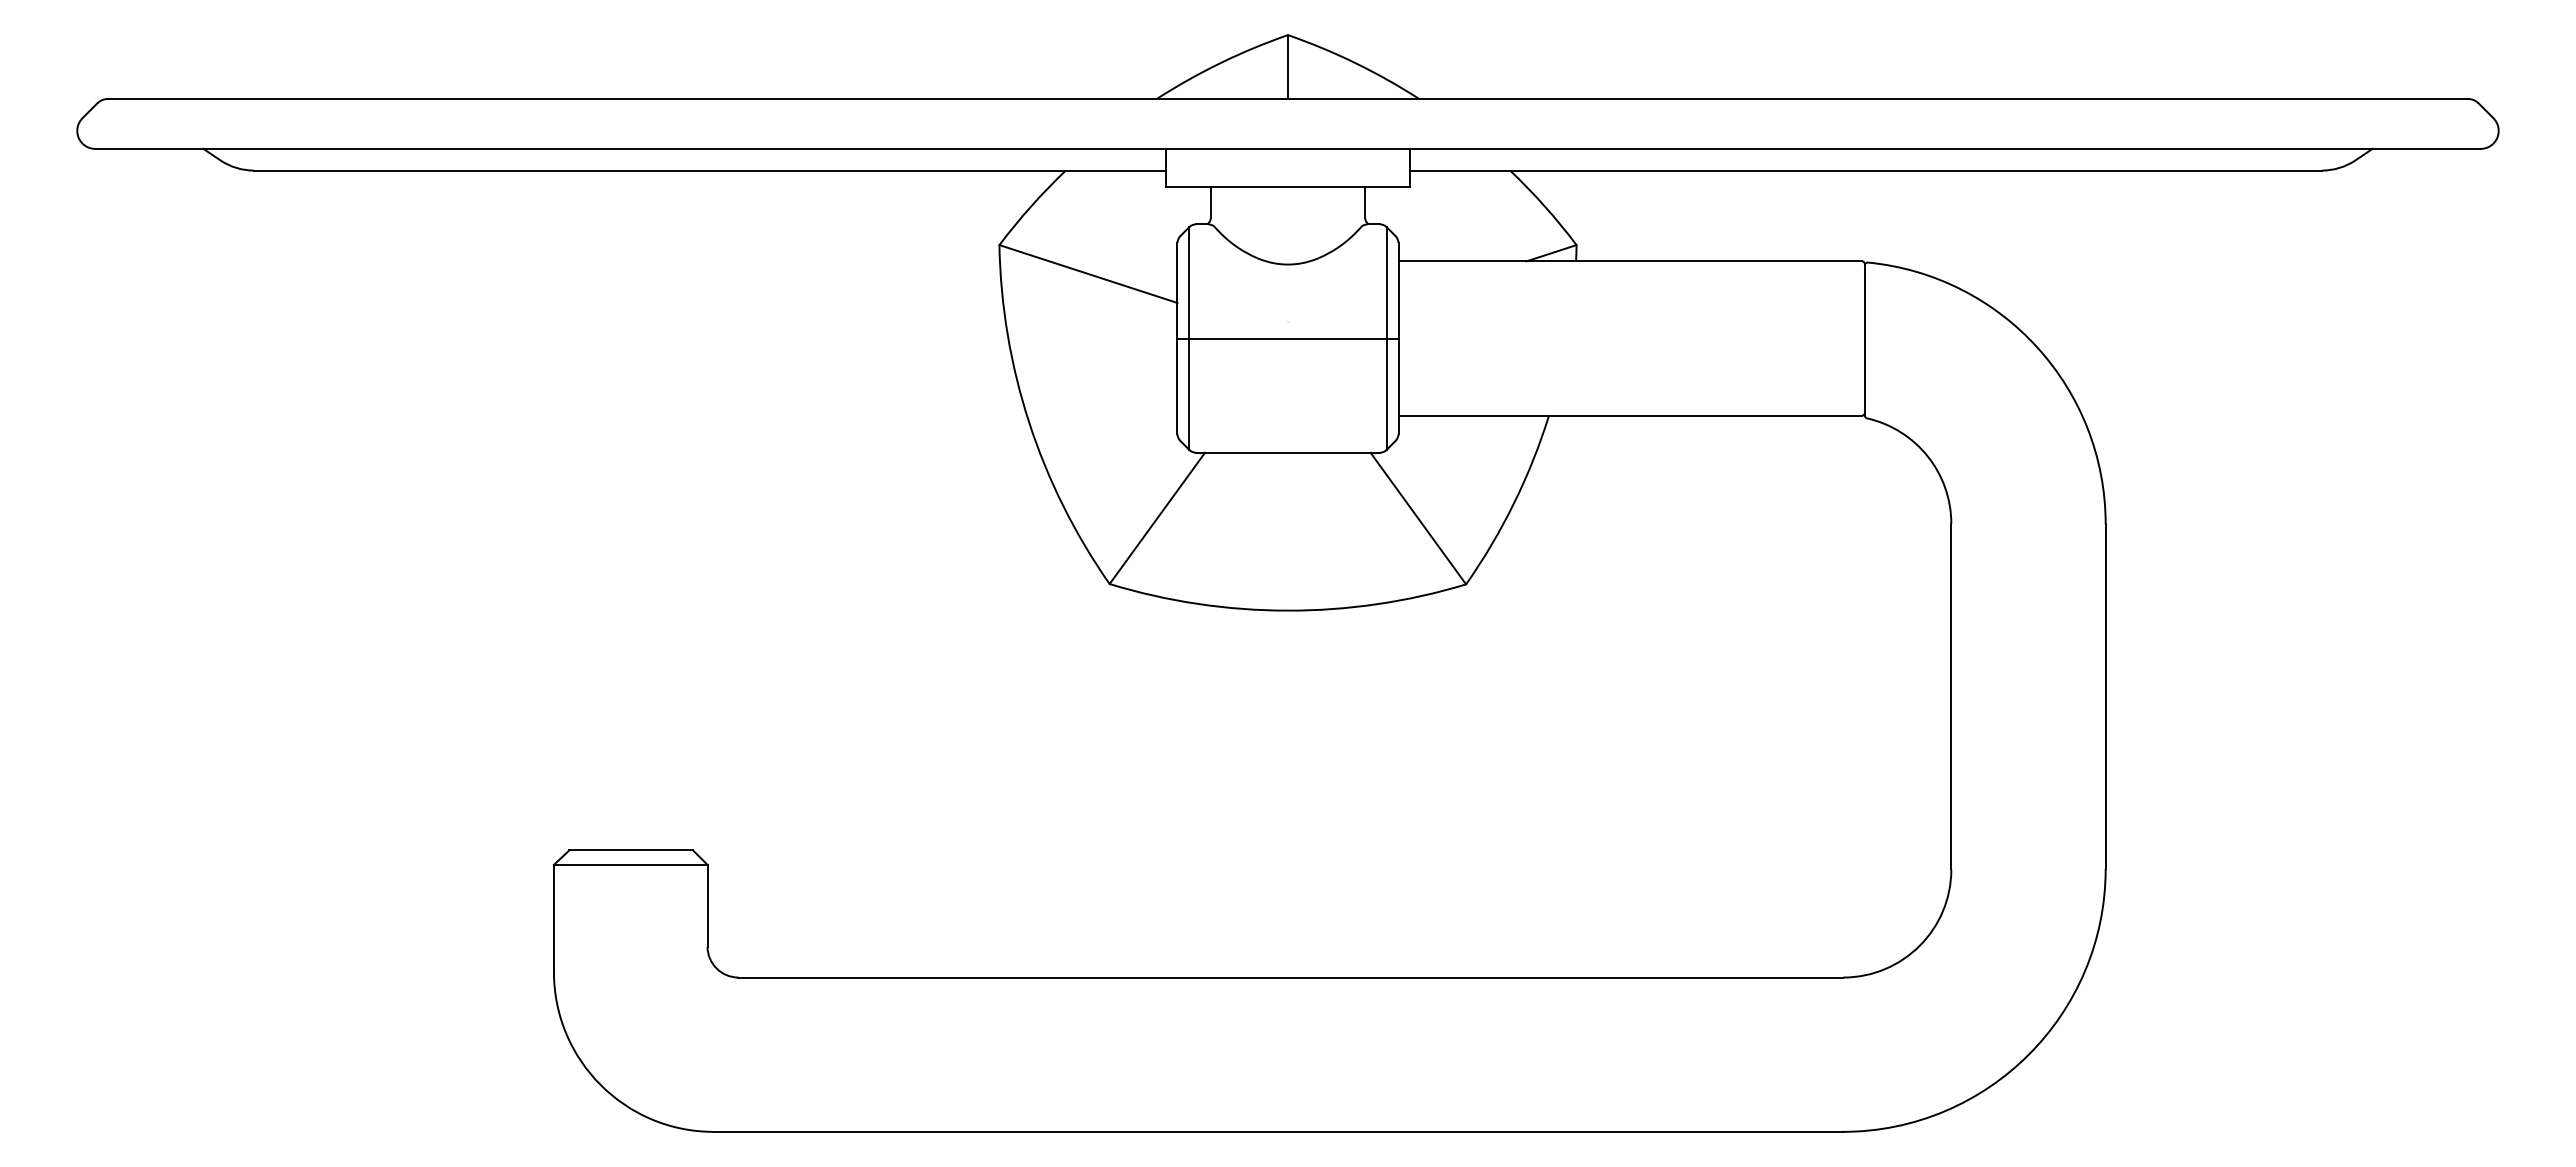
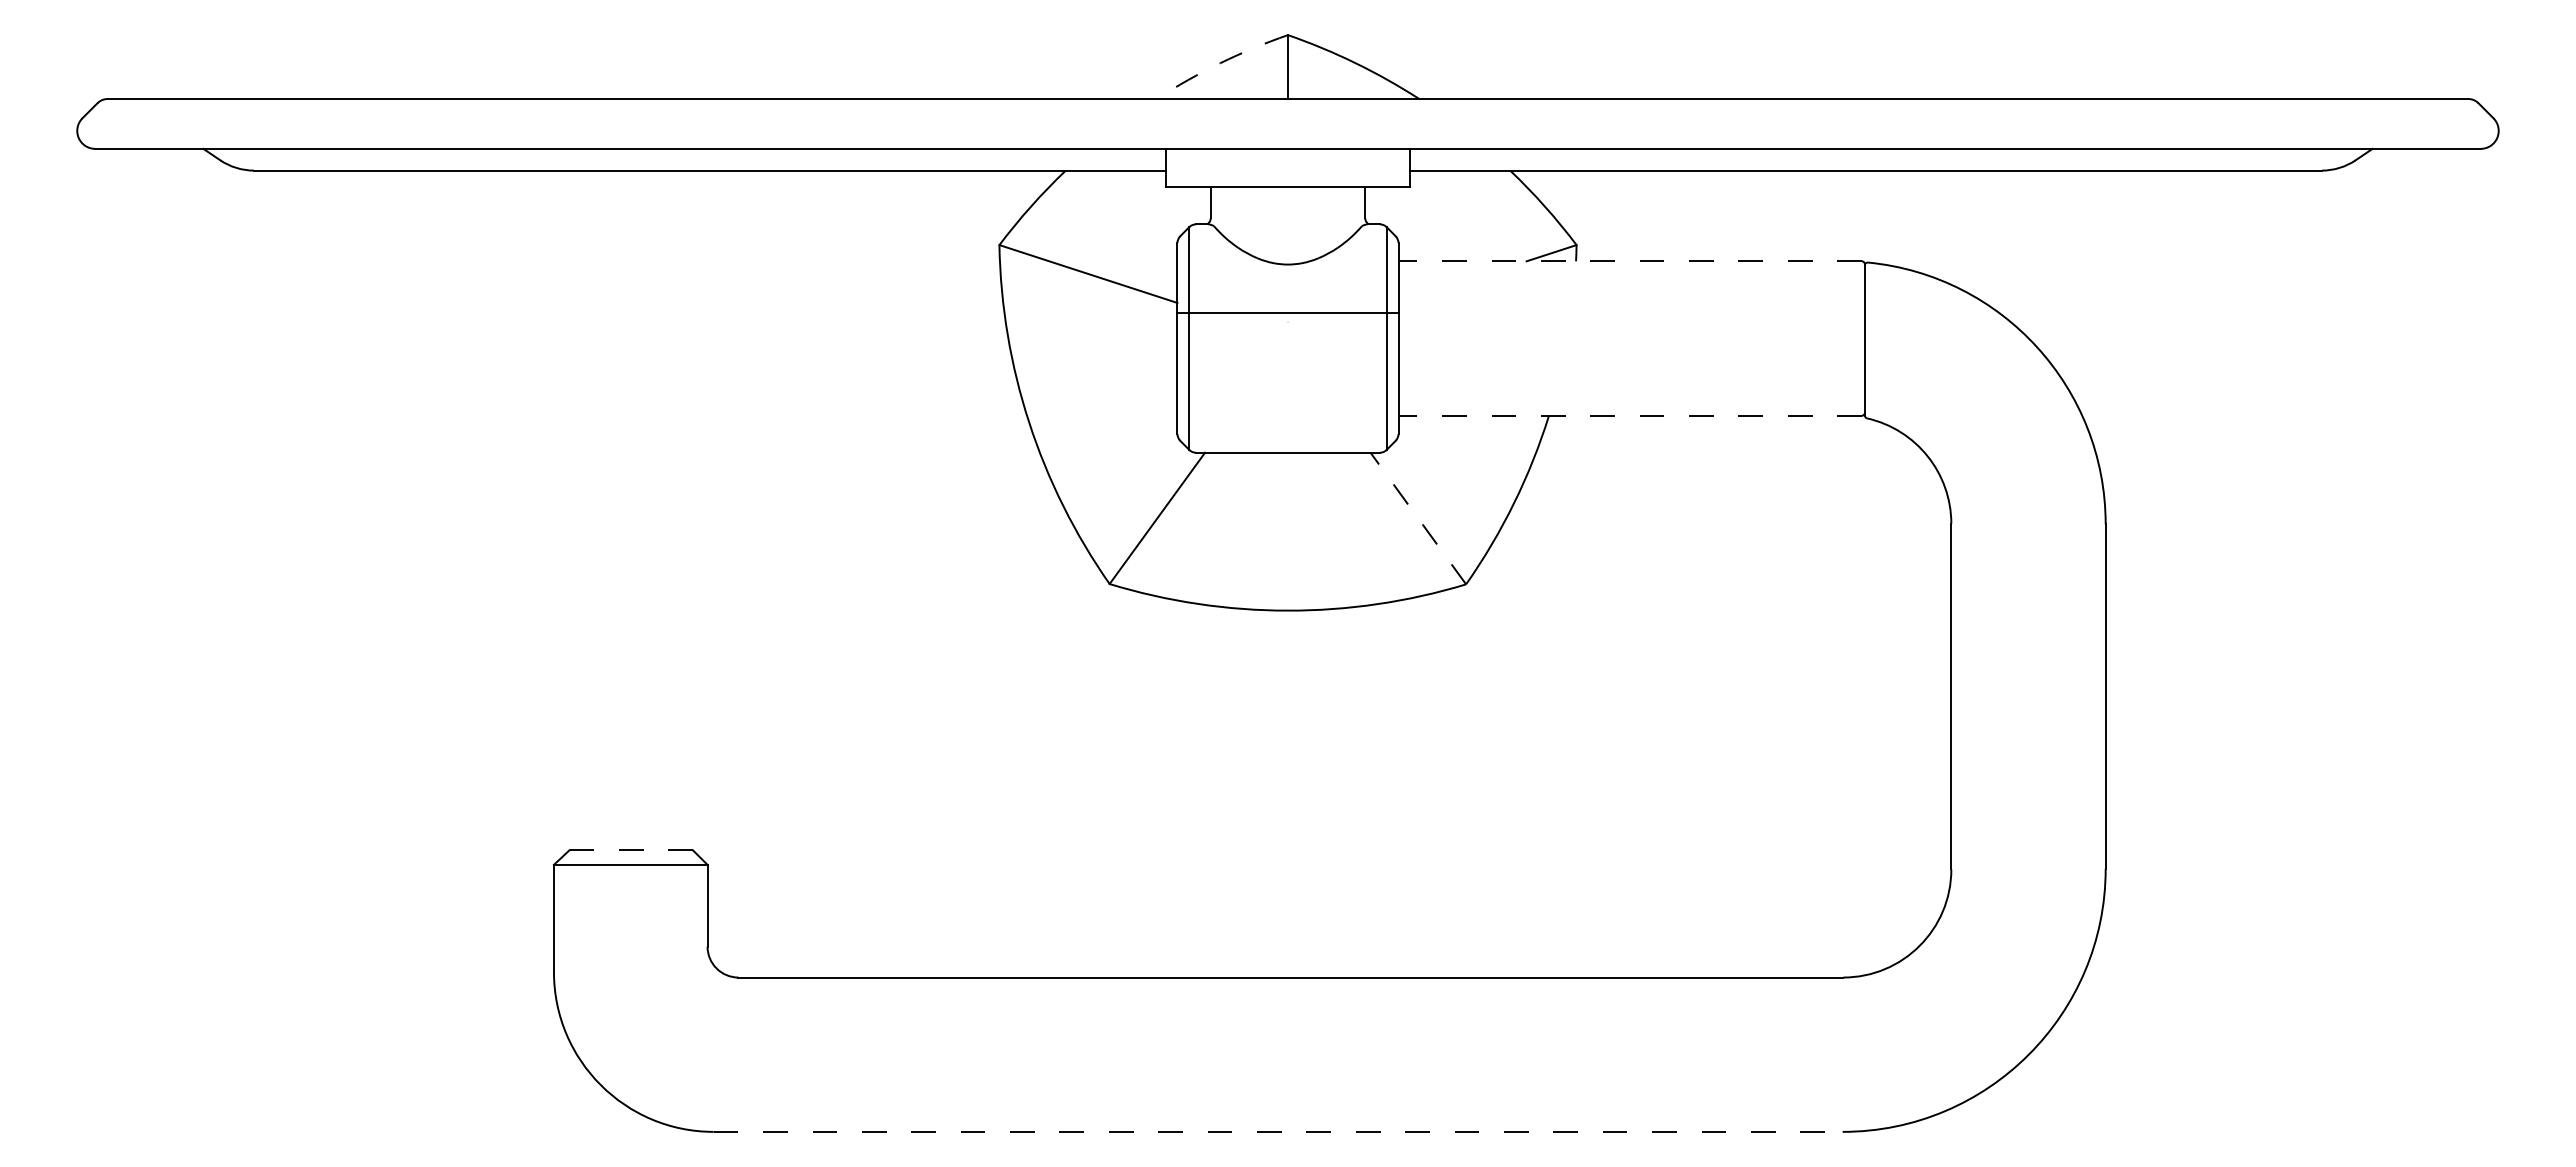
arc at (1220, 63): solid -> dashed
line at (1630, 261): solid -> dashed
line at (1287, 338) position: (1287, 338) -> (1287, 312)
line at (1630, 415): solid -> dashed
line at (1418, 518): solid -> dashed
line at (631, 850): solid -> dashed
line at (1278, 1131): solid -> dashed
